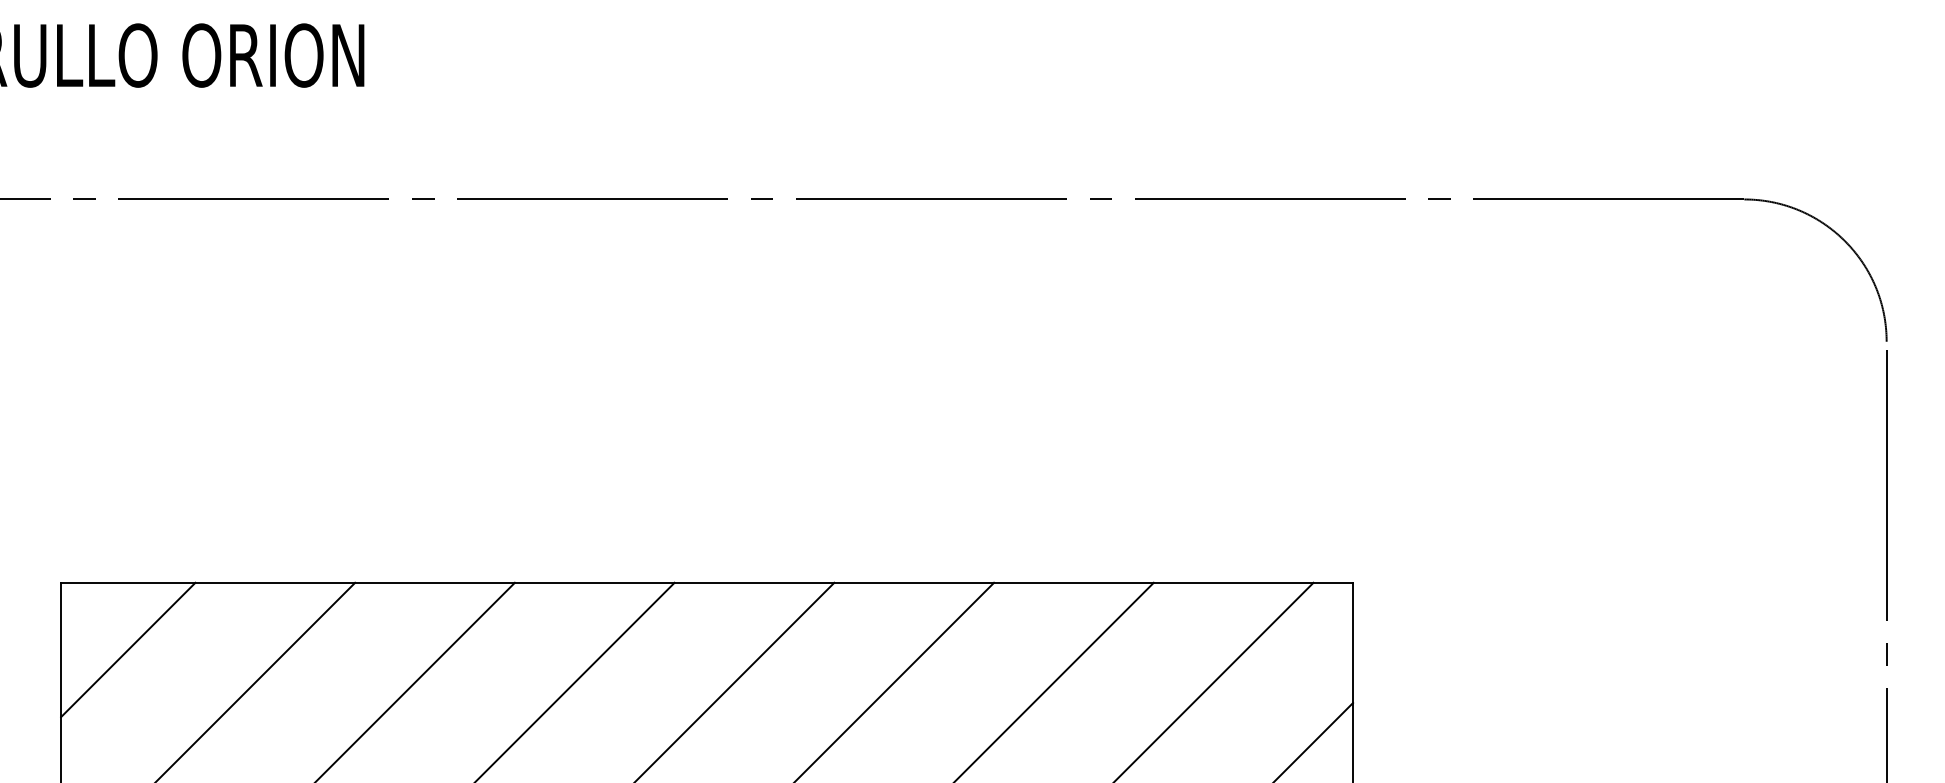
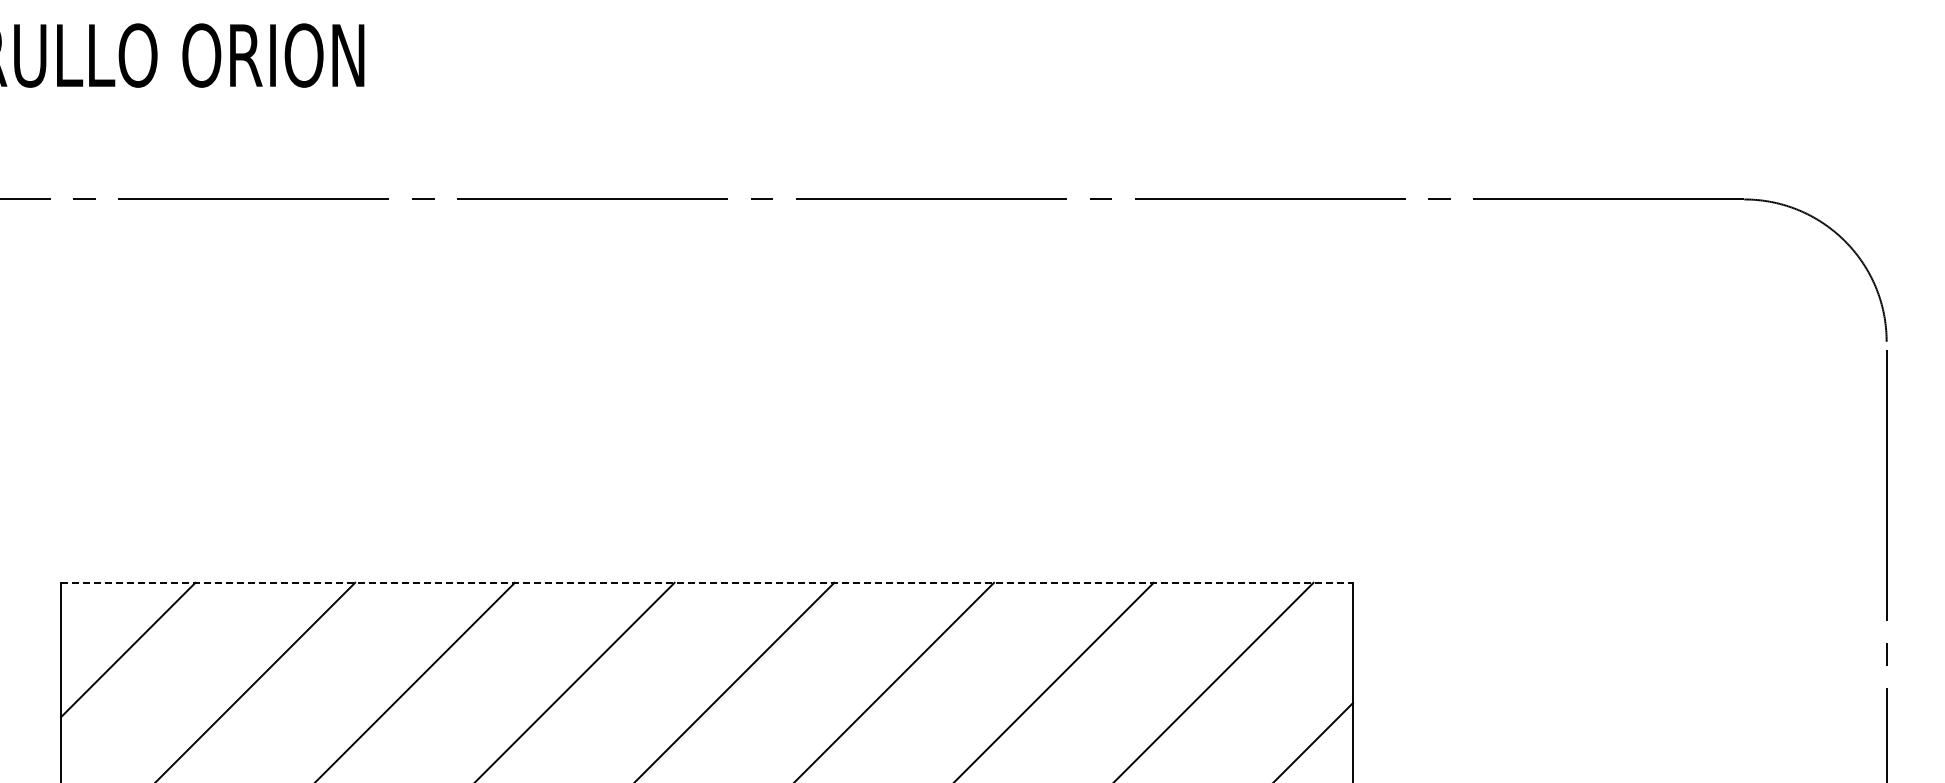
line at (707, 582): solid -> dashed
